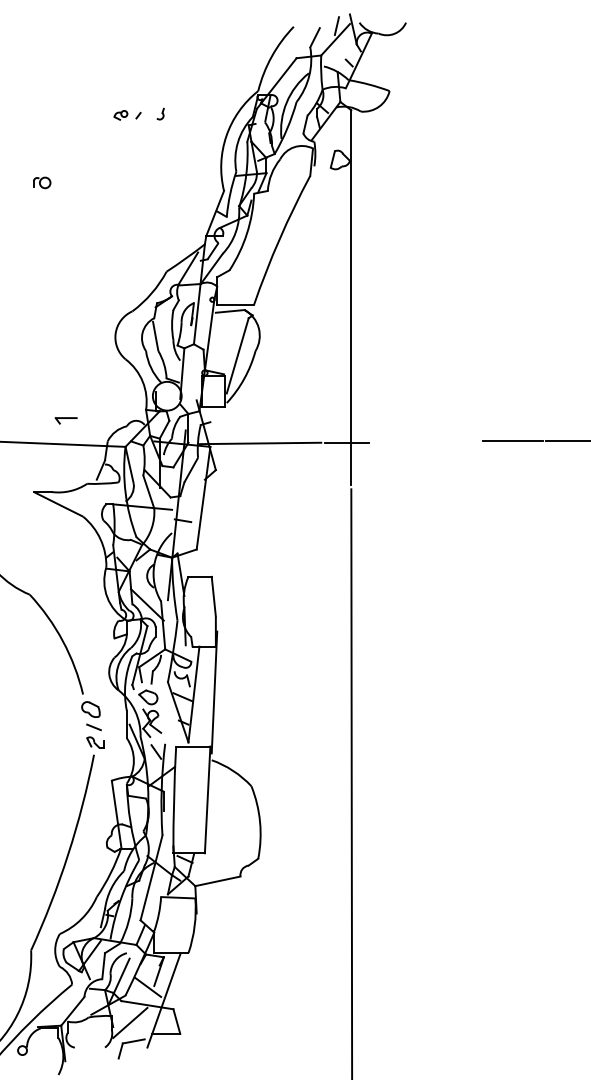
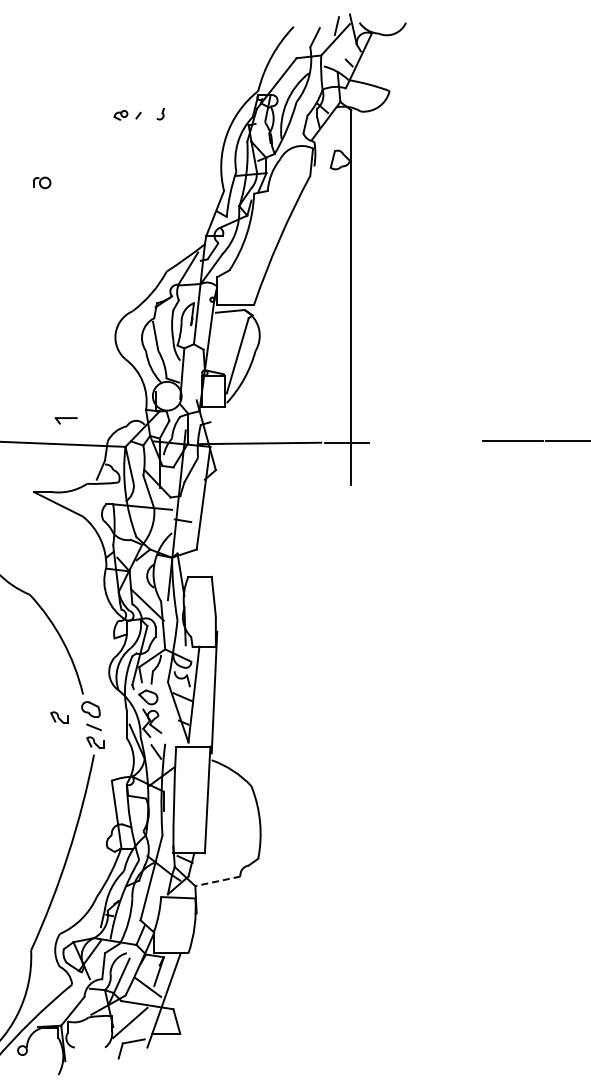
part at (59, 717): none -> present
line at (351, 782): present -> none
line at (217, 881): solid -> dashed
